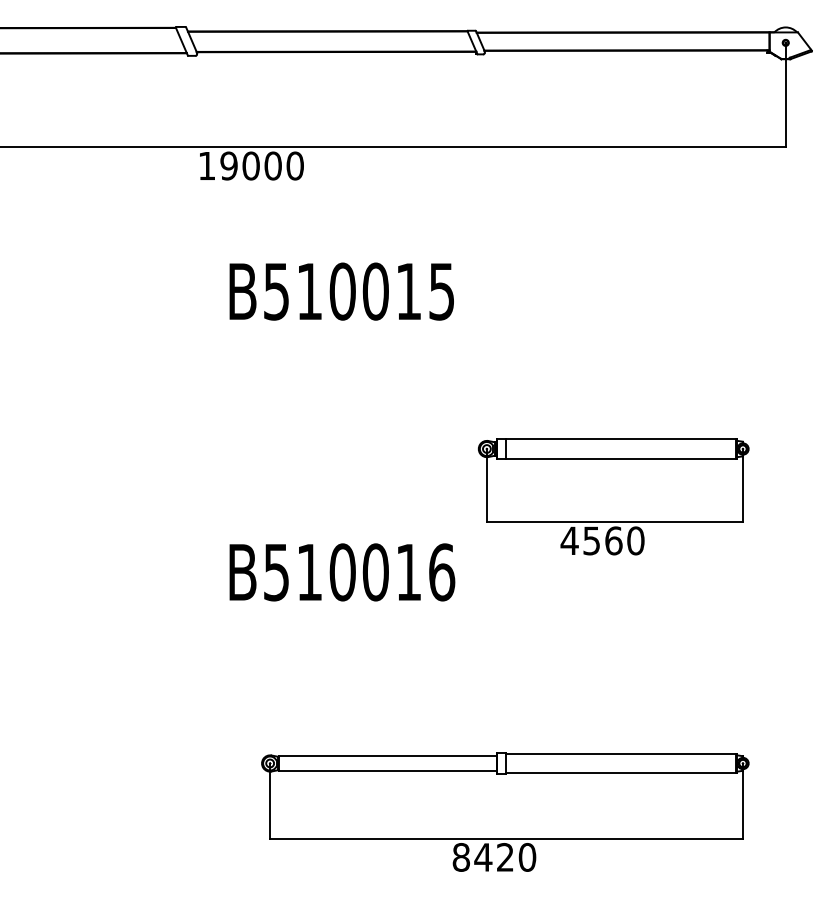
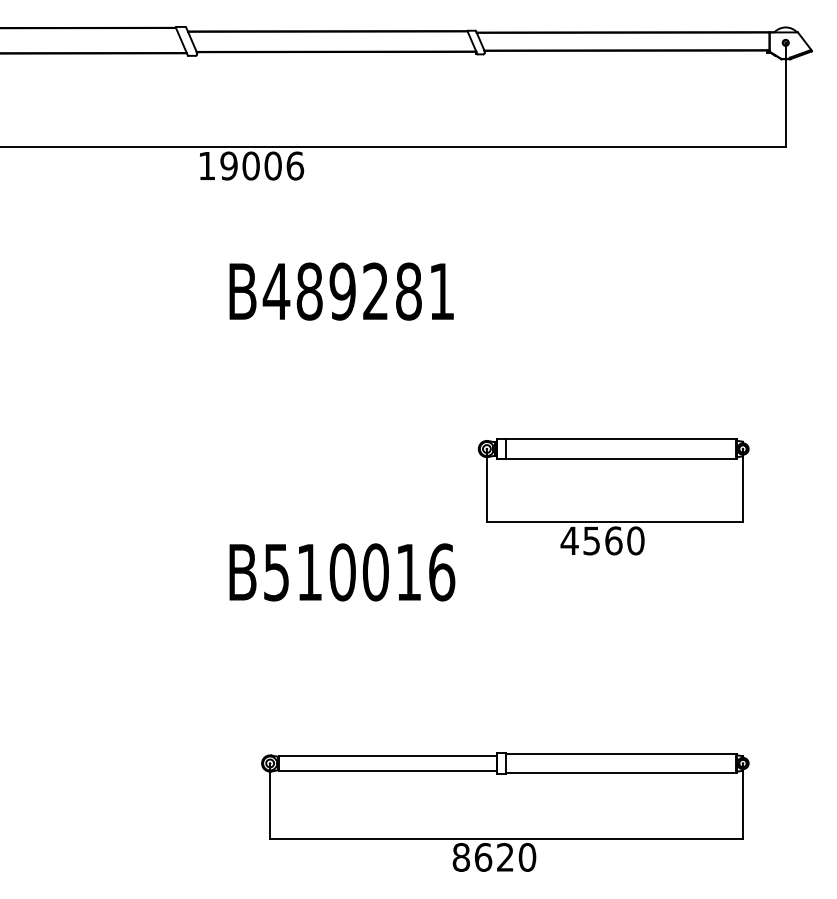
text at (295, 165): 19000 -> 19006
text at (357, 291): B510015 -> B489281
text at (483, 857): 8420 -> 8620
